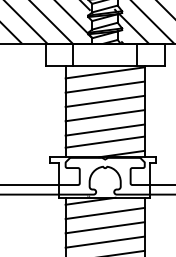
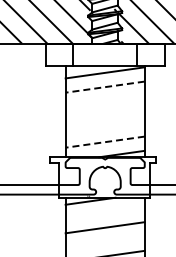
line at (105, 87): solid -> dashed
line at (104, 100): present -> none
line at (104, 115): present -> none
line at (104, 129): present -> none
line at (105, 142): solid -> dashed
line at (104, 213): present -> none
line at (104, 241): present -> none
